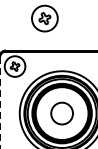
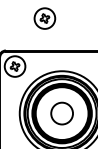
part at (44, 18) size: 28x29 px -> 24x23 px
line at (0, 103): dashed -> solid
